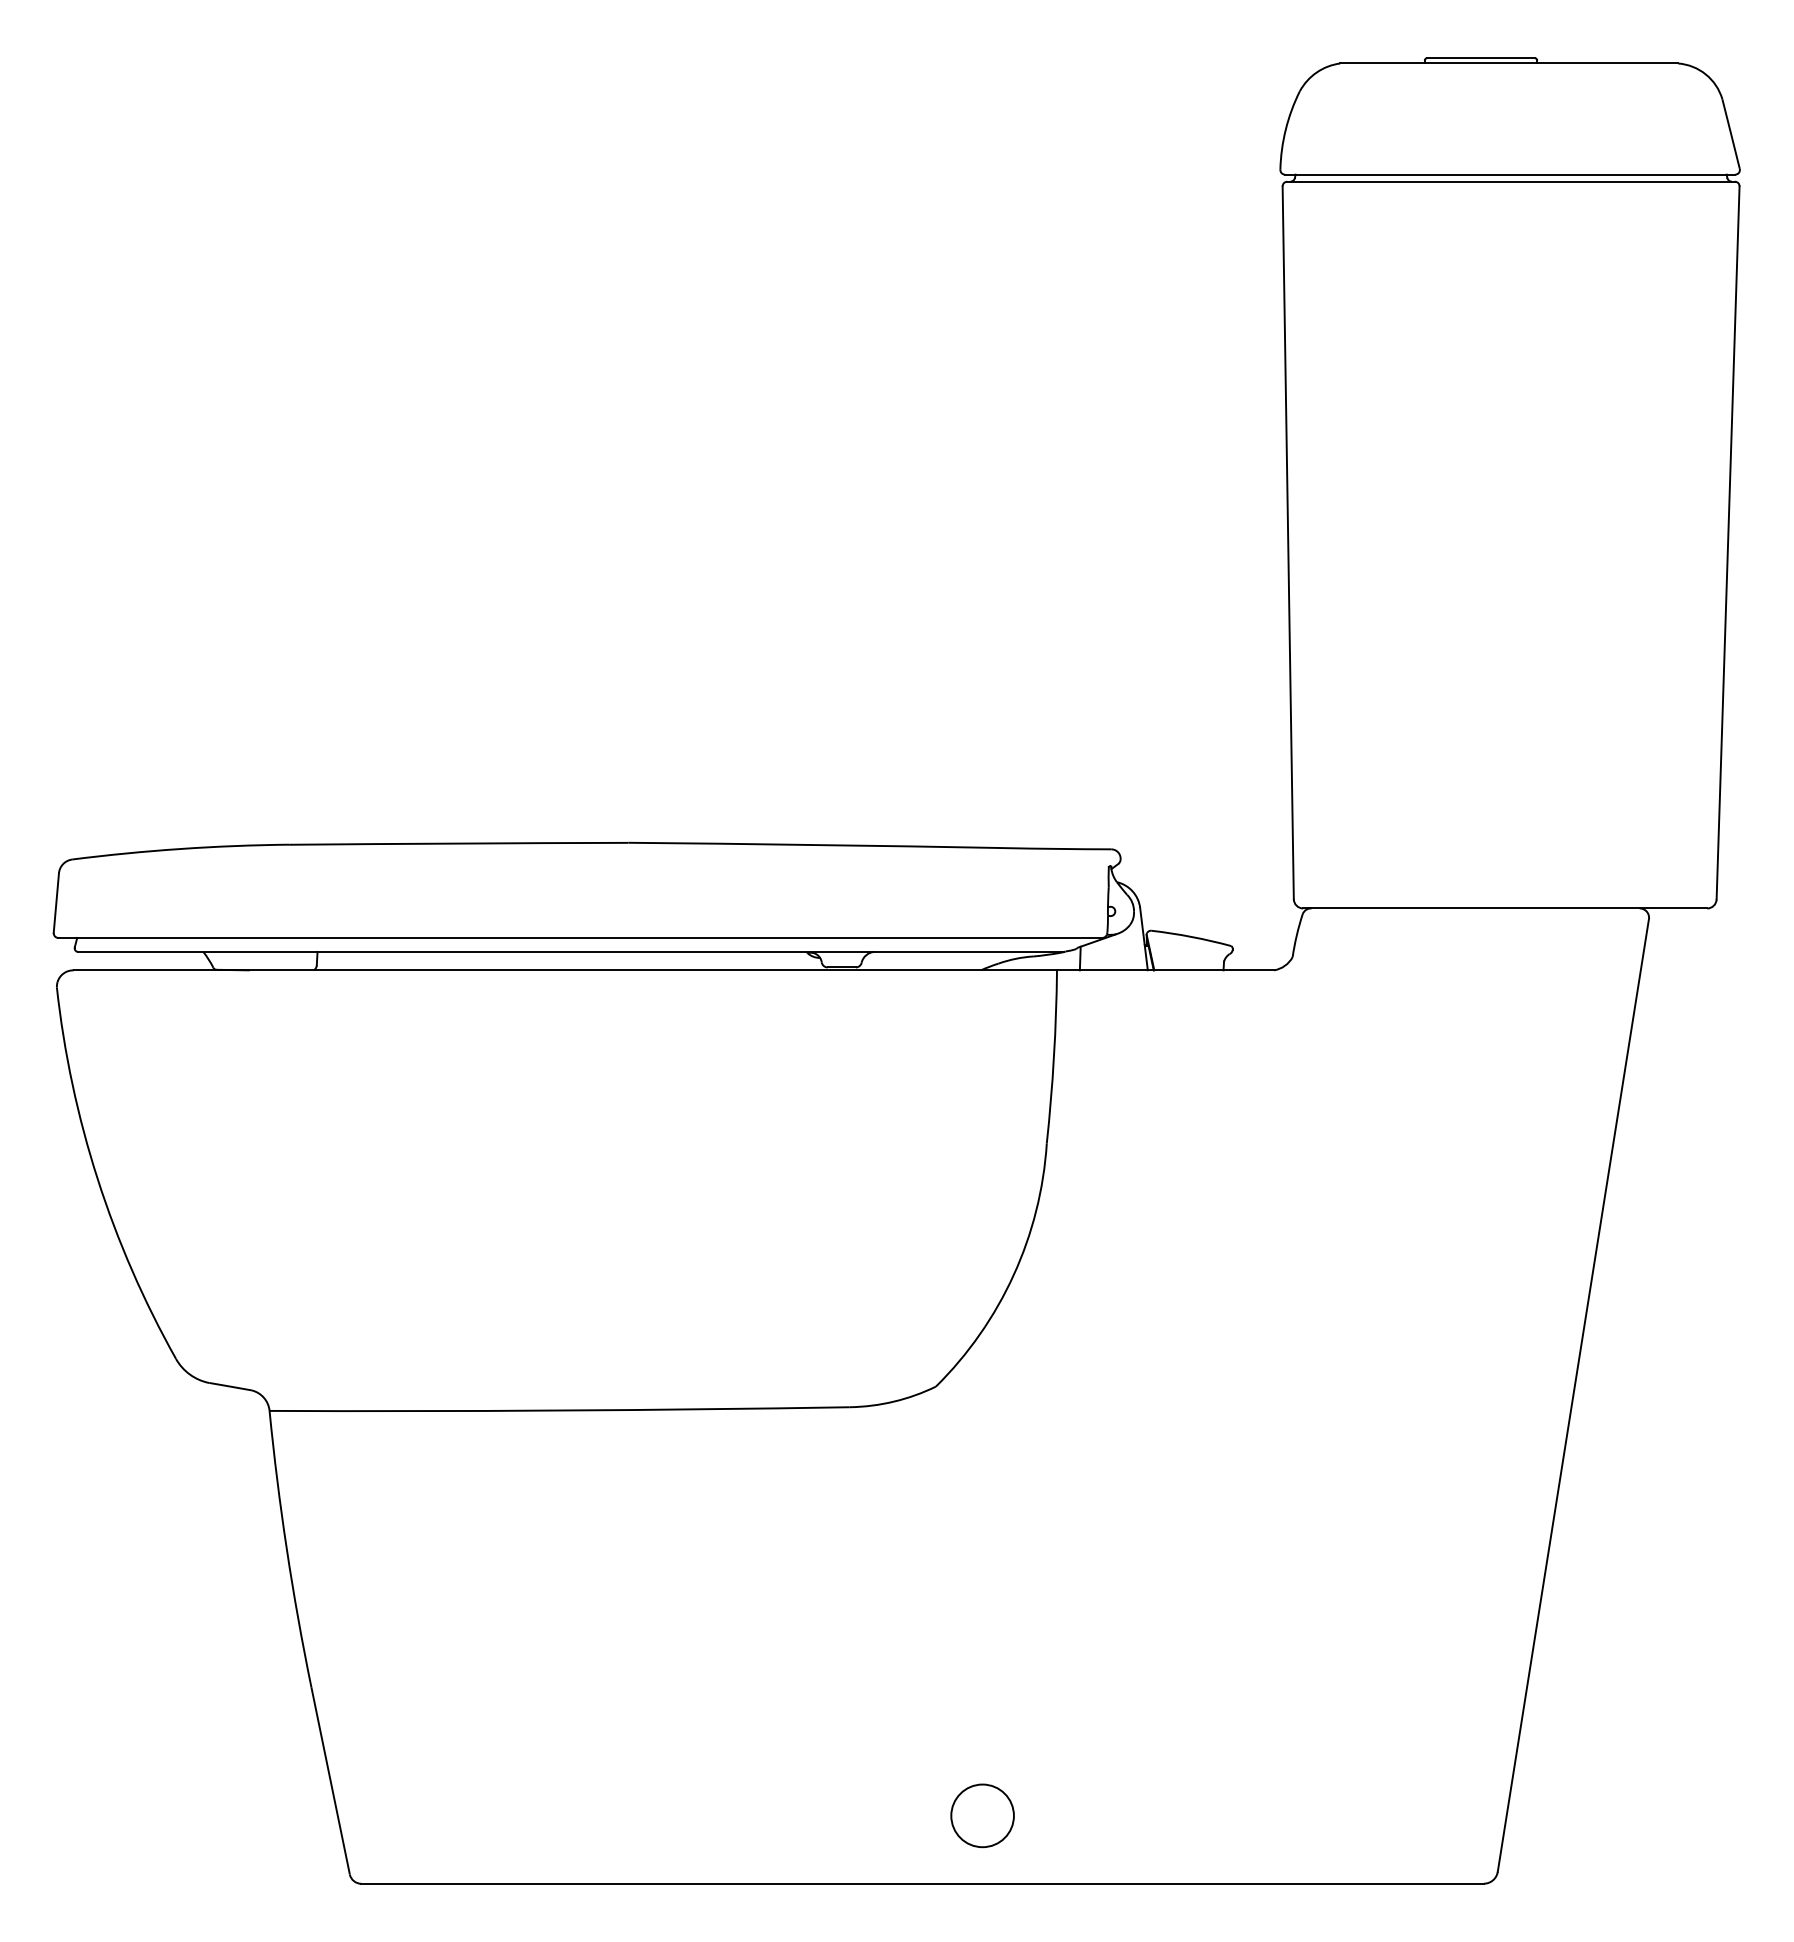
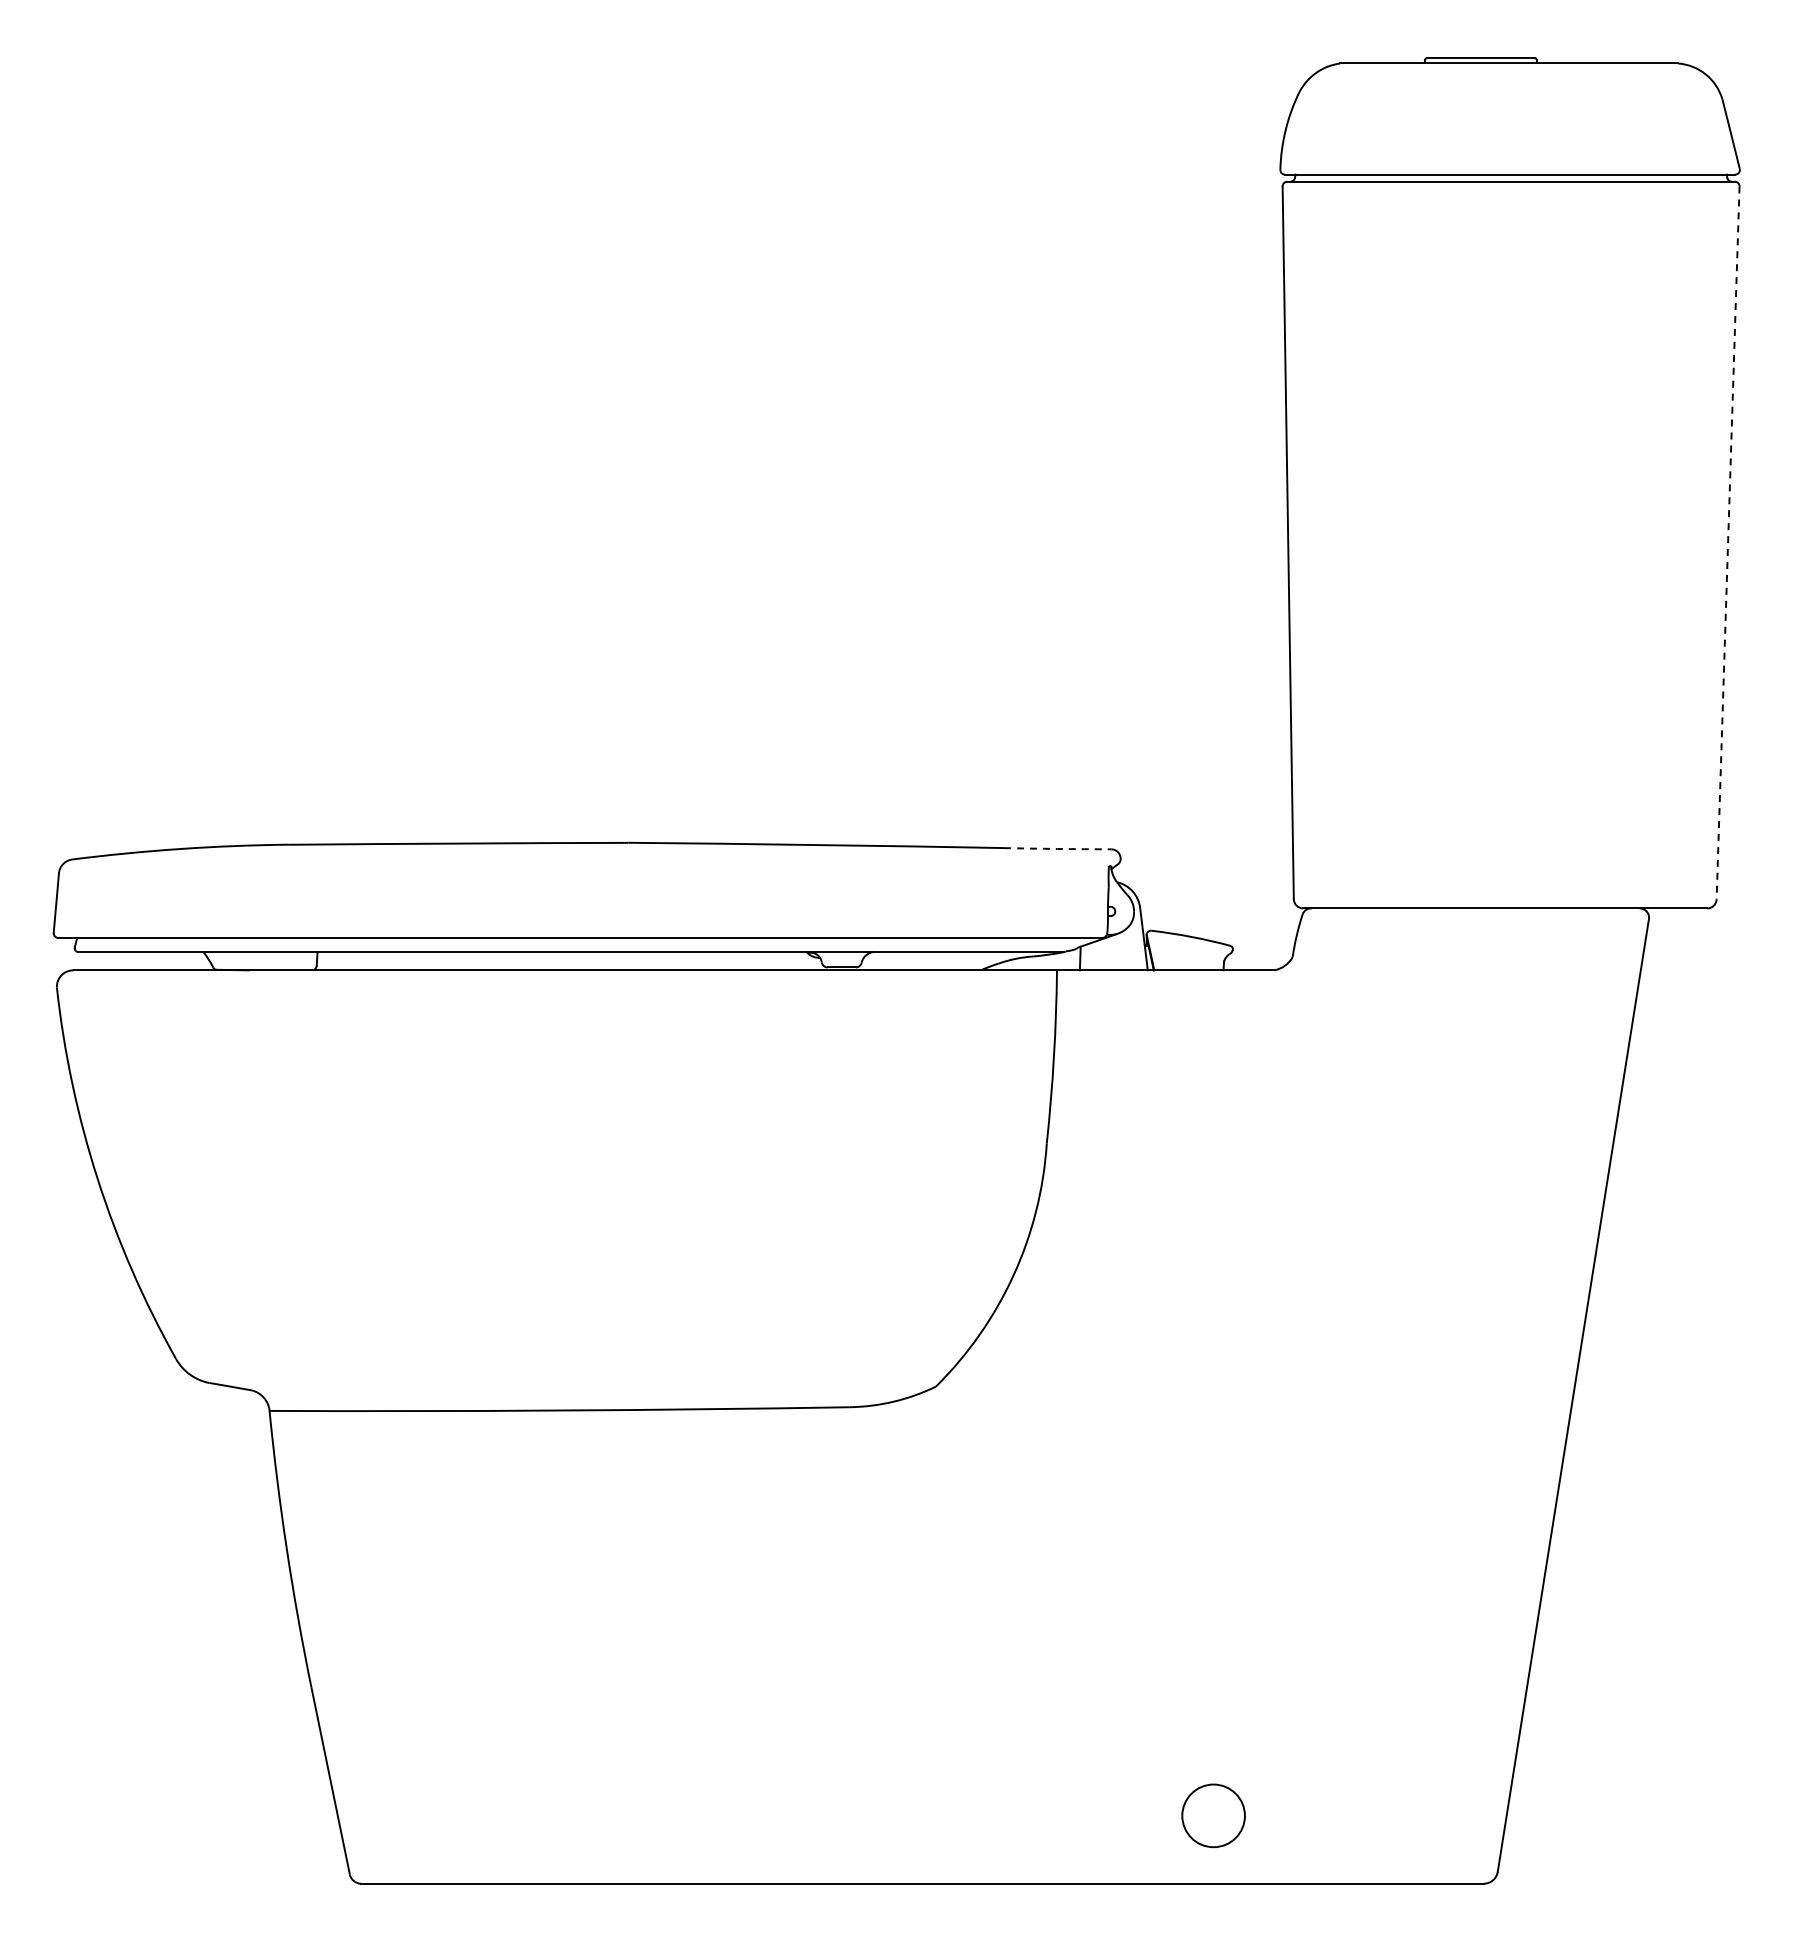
line at (1728, 542): solid -> dashed
arc at (1057, 848): solid -> dashed
circle at (982, 1815) position: (982, 1815) -> (1213, 1815)
